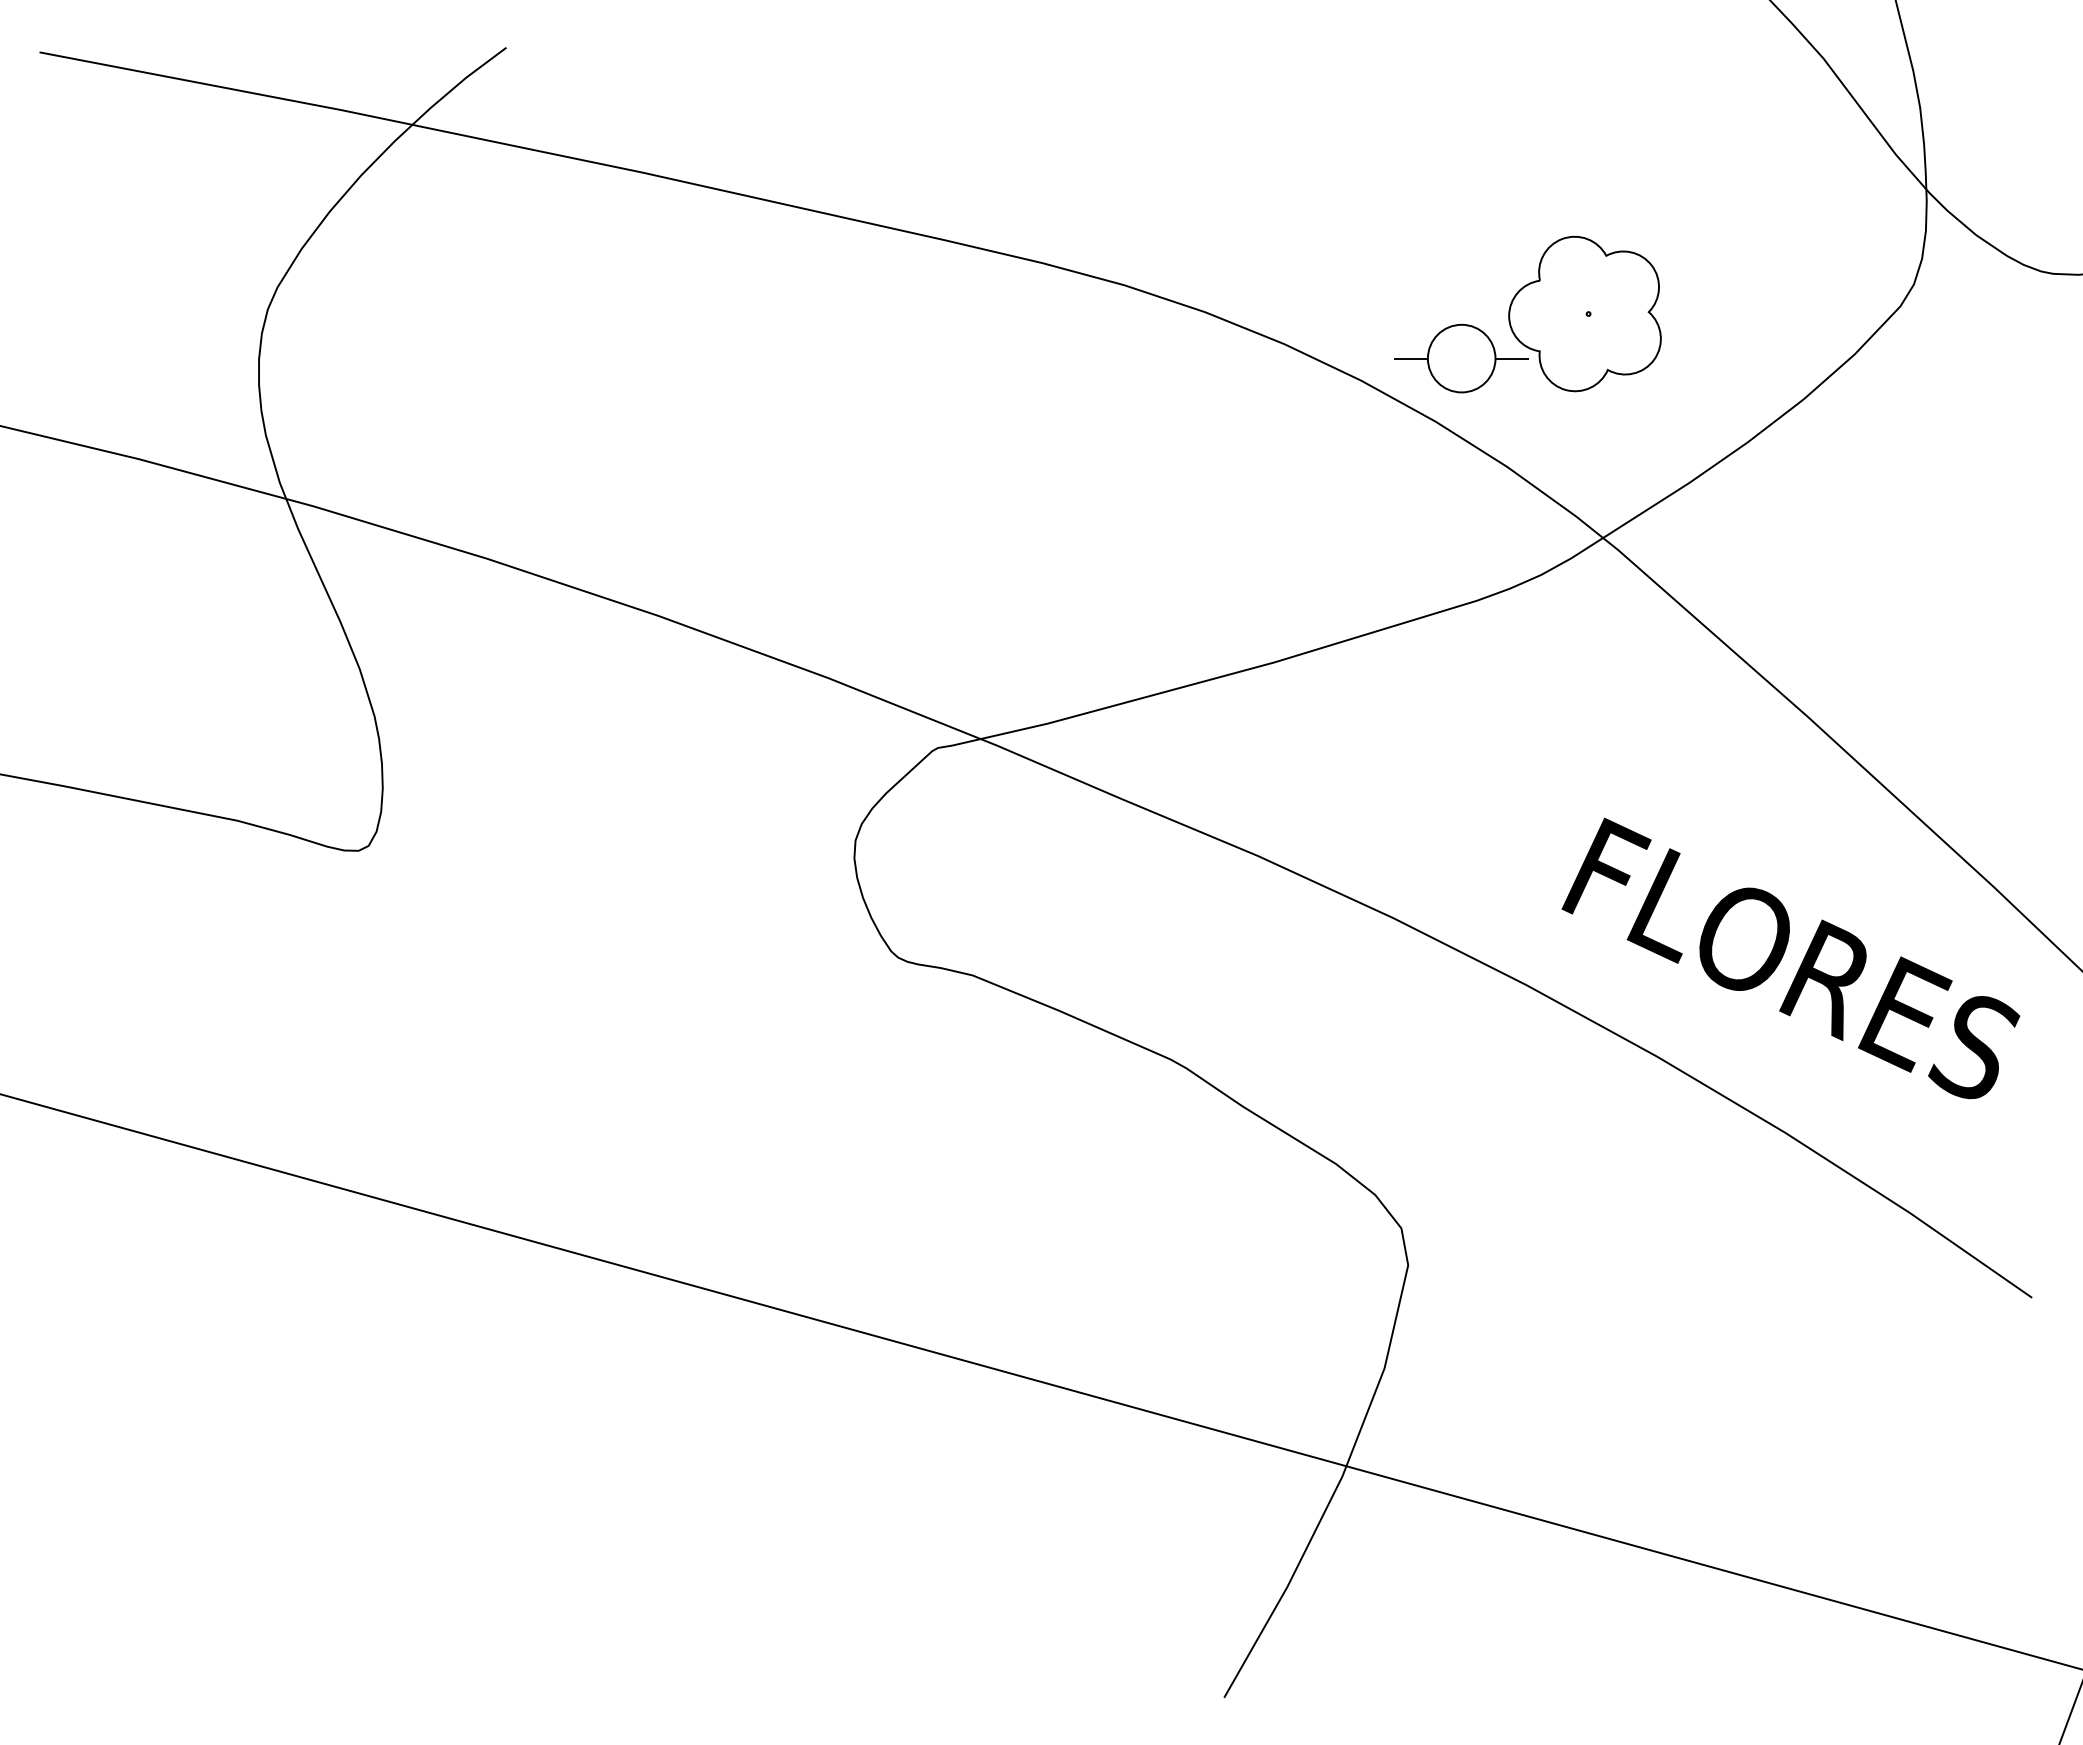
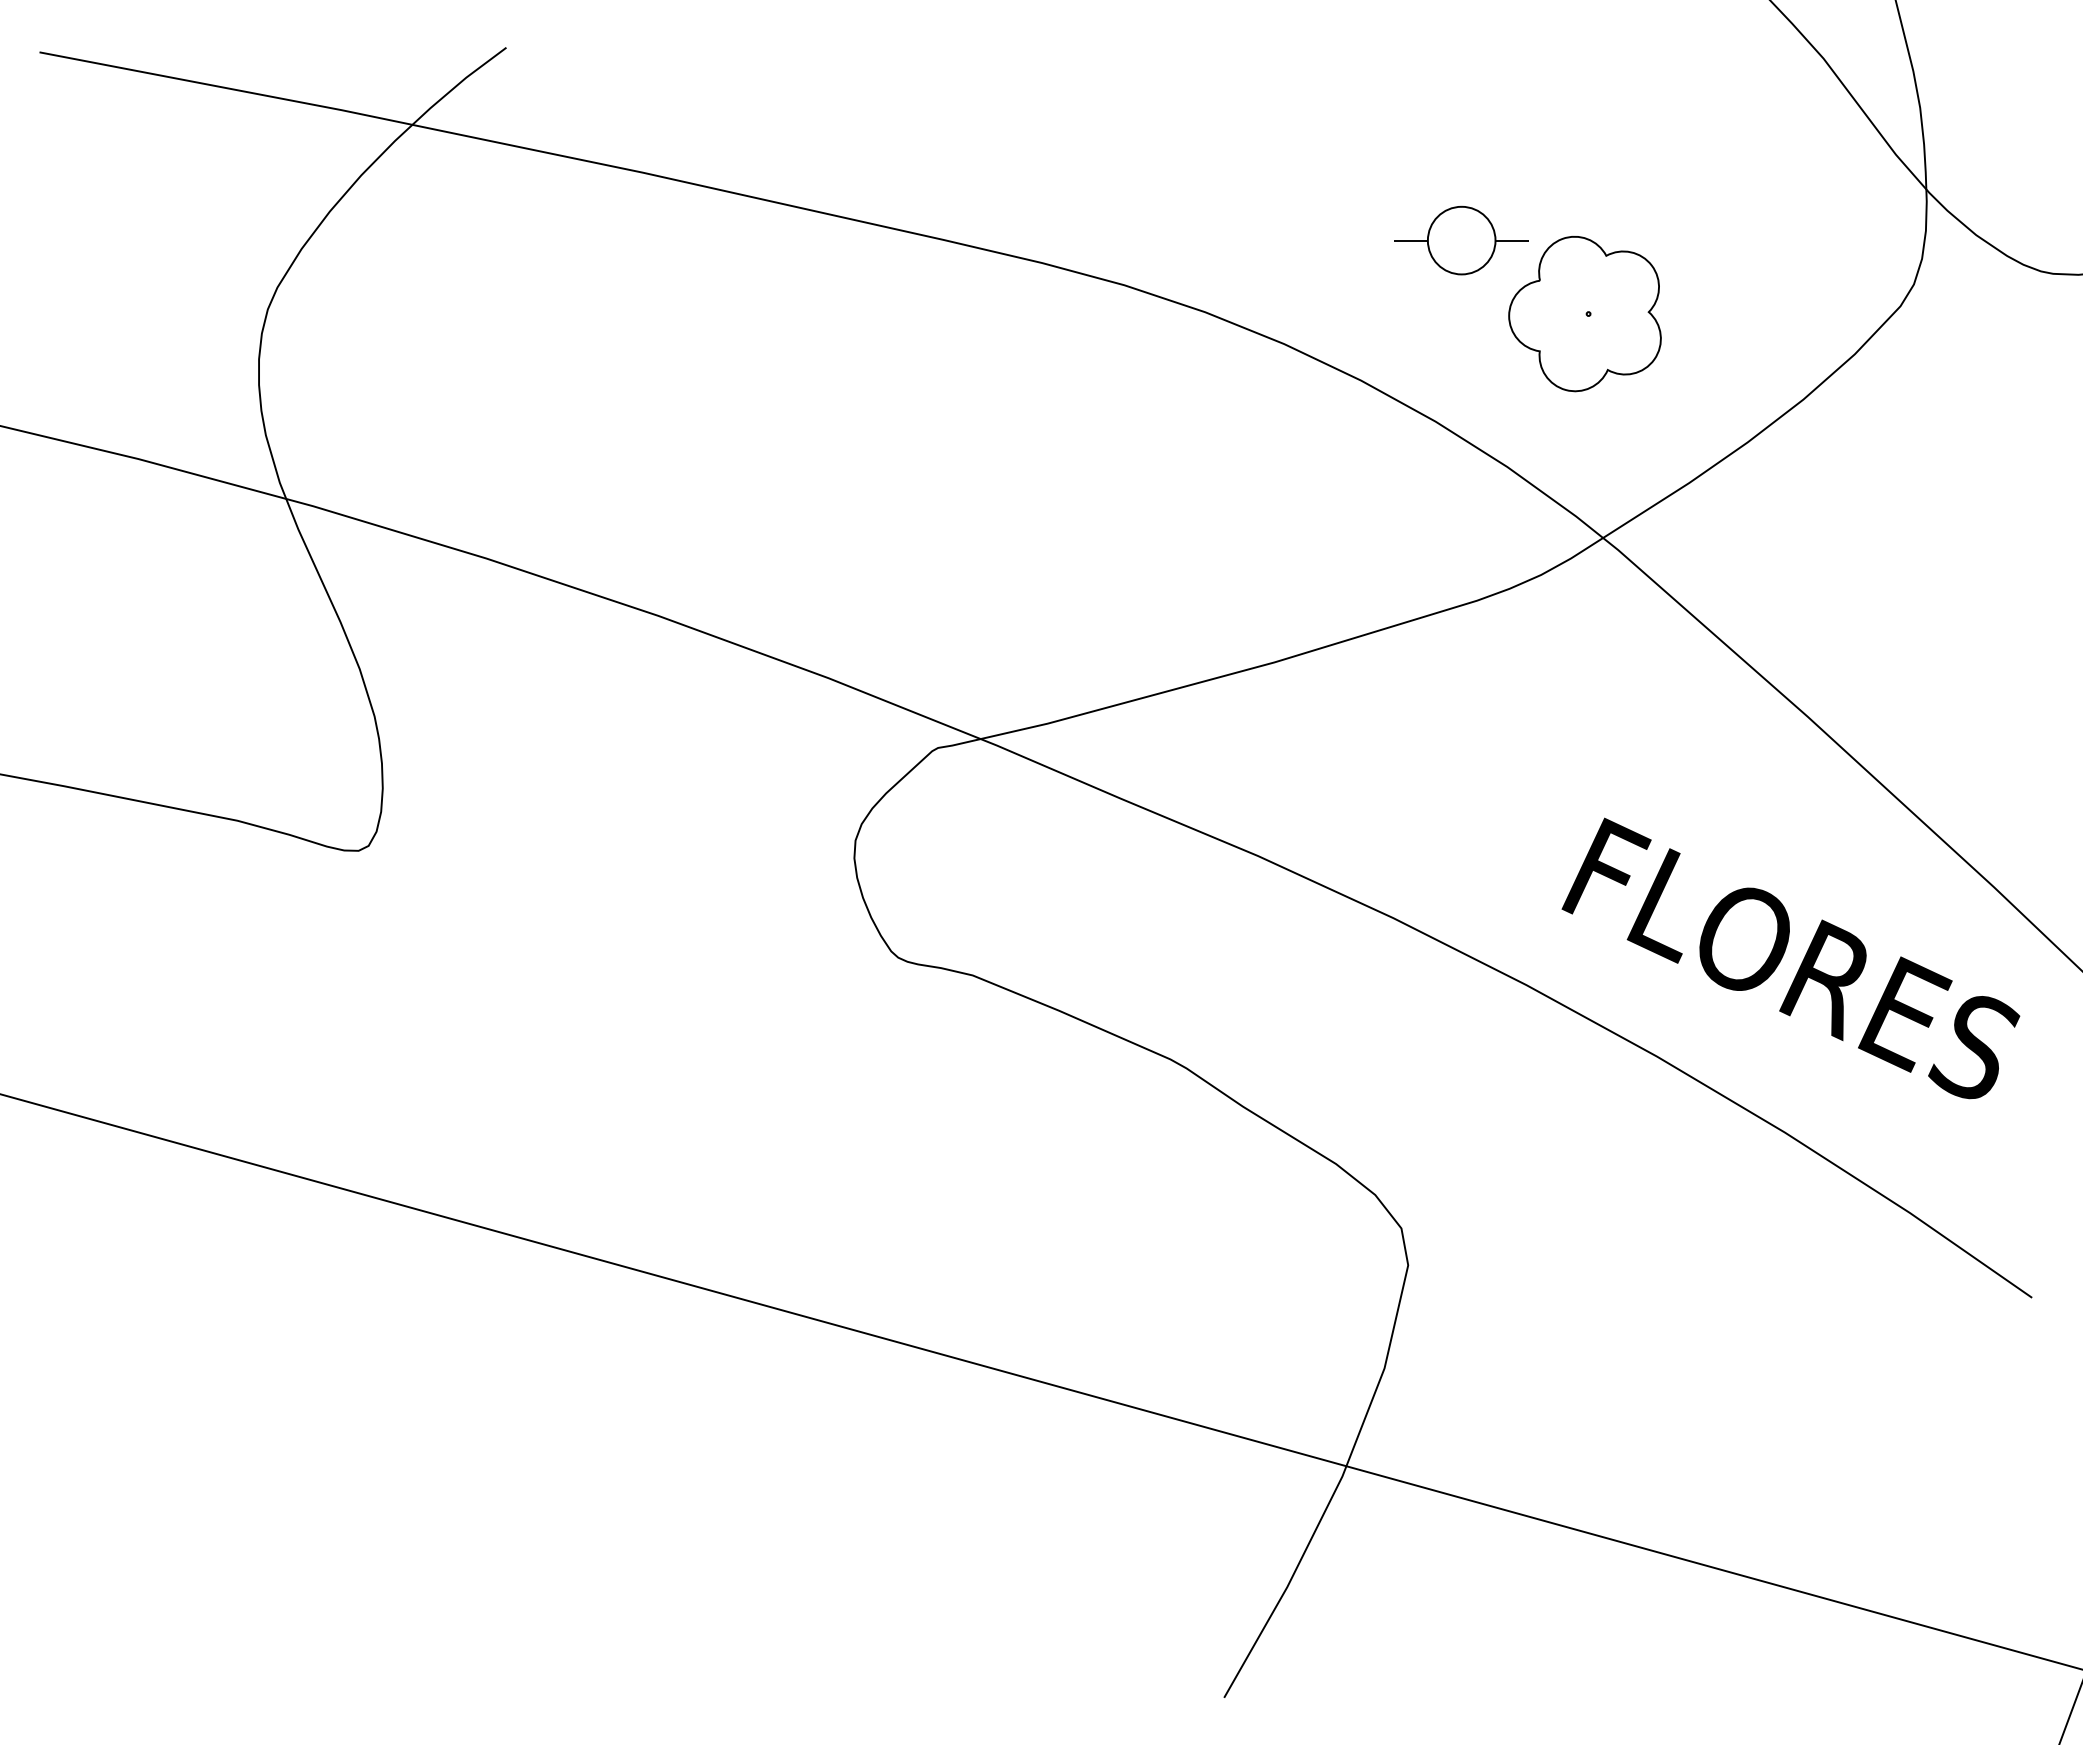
part at (1461, 358) position: (1461, 358) -> (1461, 240)
